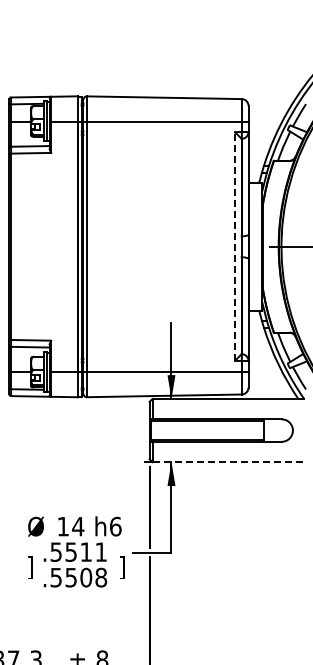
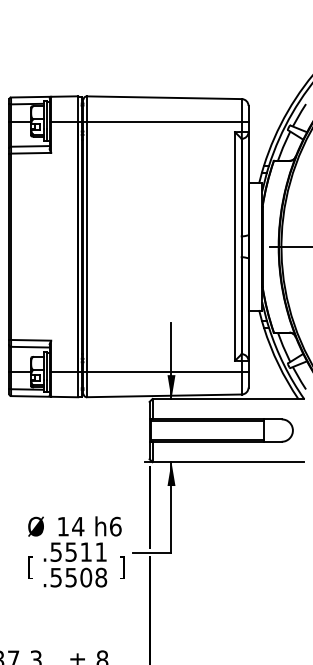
line at (234, 246): dashed -> solid
line at (228, 462): dashed -> solid
text at (30, 567): ] -> [
